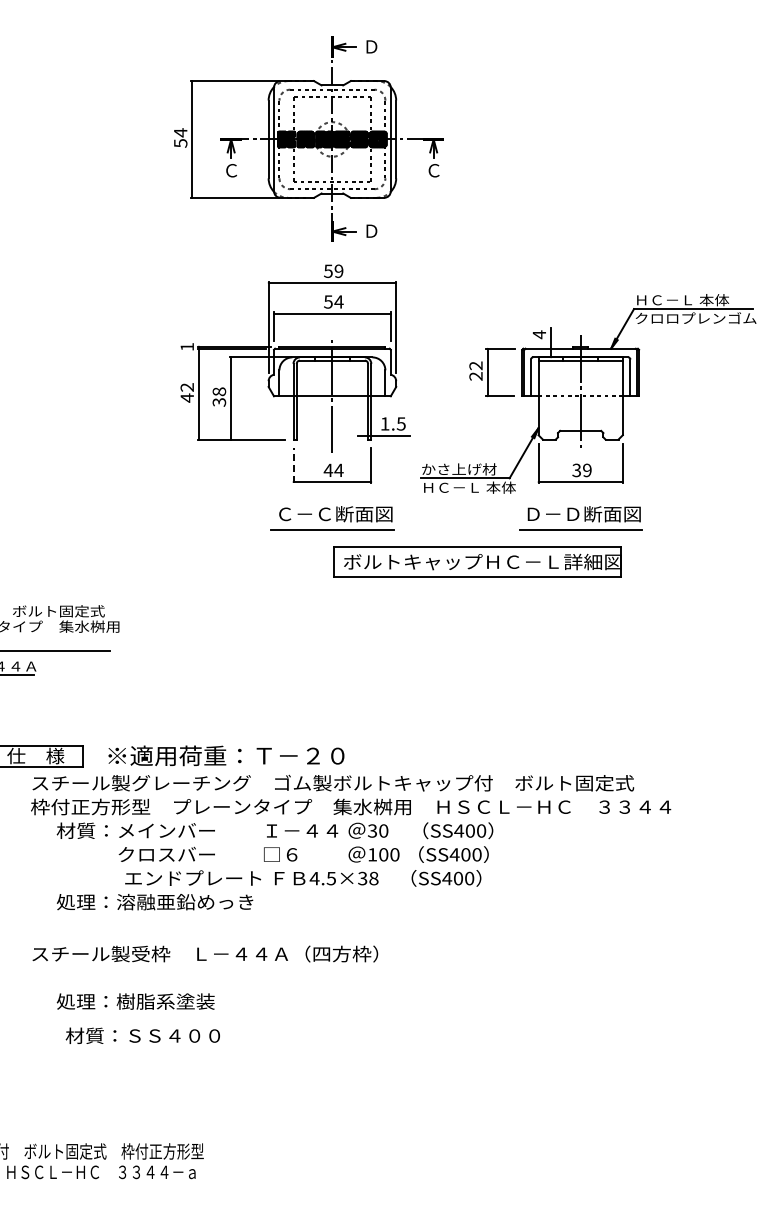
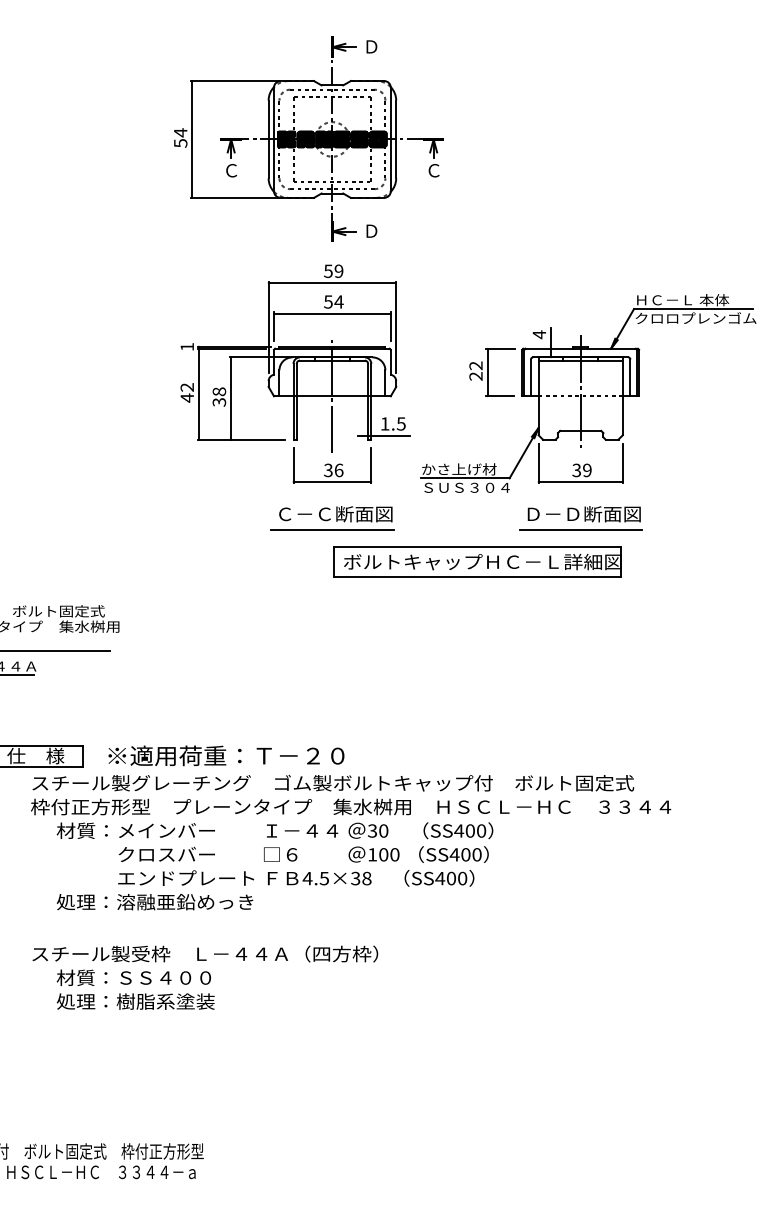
line at (293, 465): dashed -> solid
text at (333, 470): 44 -> 36
text at (469, 487): ＨＣ－Ｌ 本体 -> ＳＵＳ３０４
text at (303, 878) position: (303, 878) -> (296, 878)
text at (142, 1035) position: (142, 1035) -> (133, 977)
